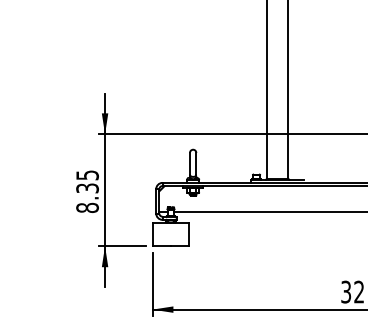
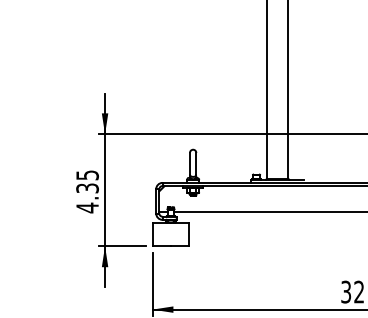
text at (87, 207): 8.35 -> 4.35
